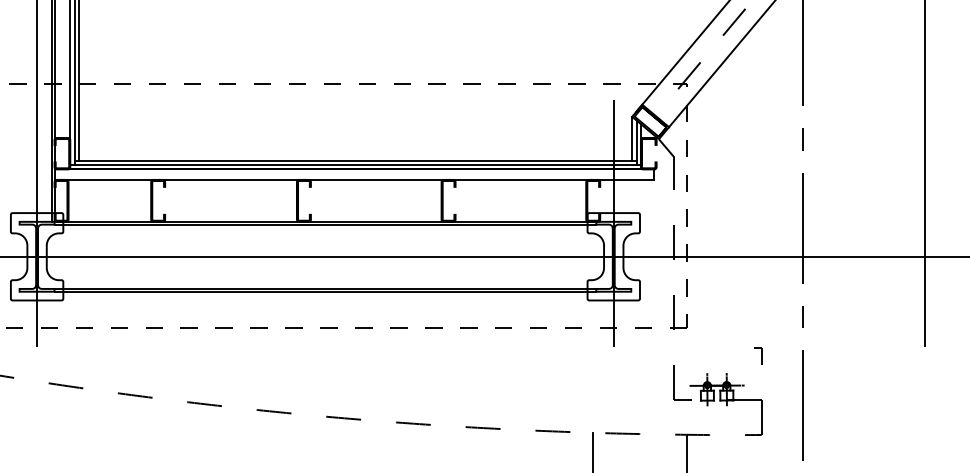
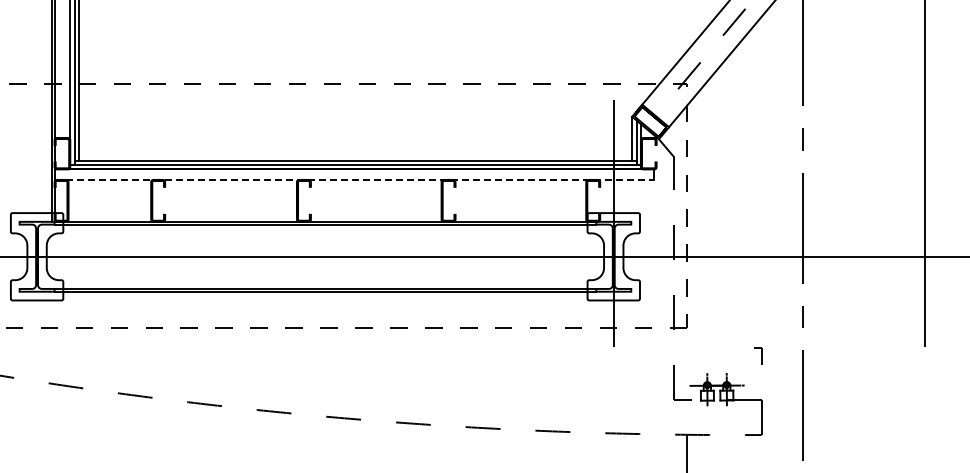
line at (37, 174): present -> none
line at (354, 179): solid -> dashed
line at (593, 450): present -> none
